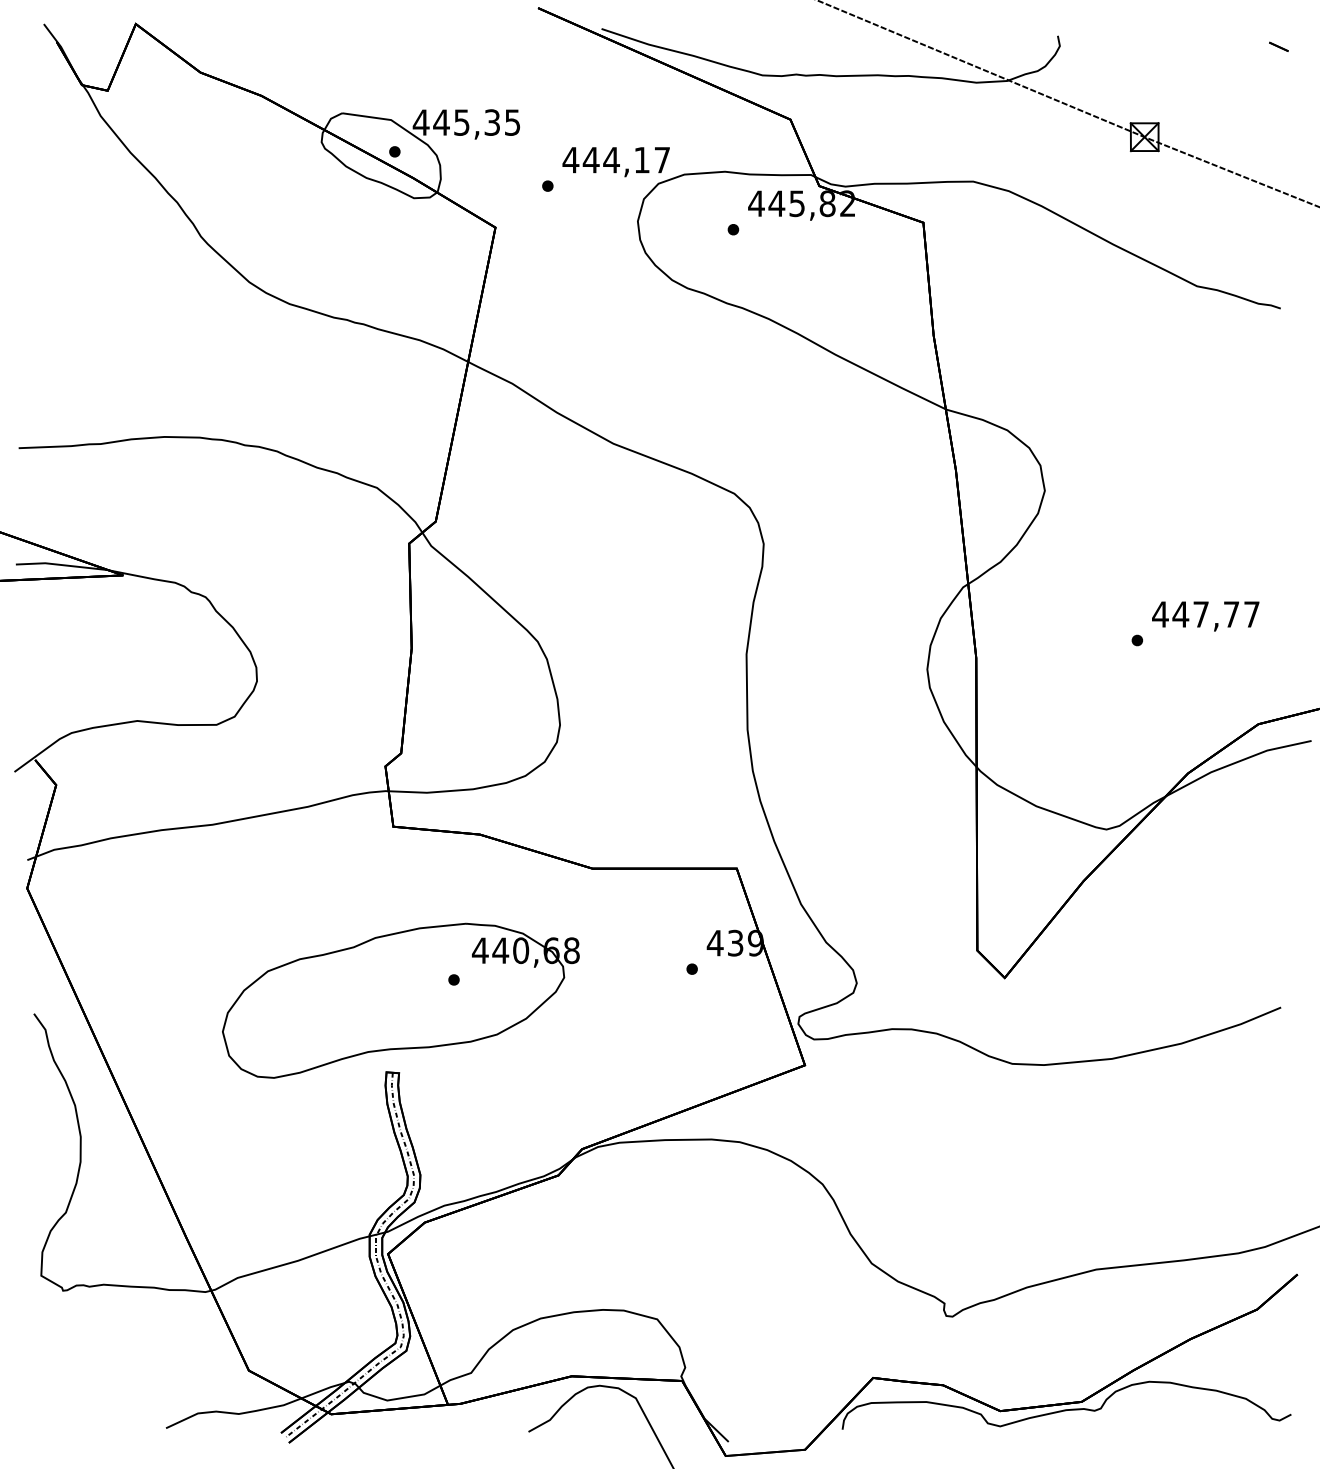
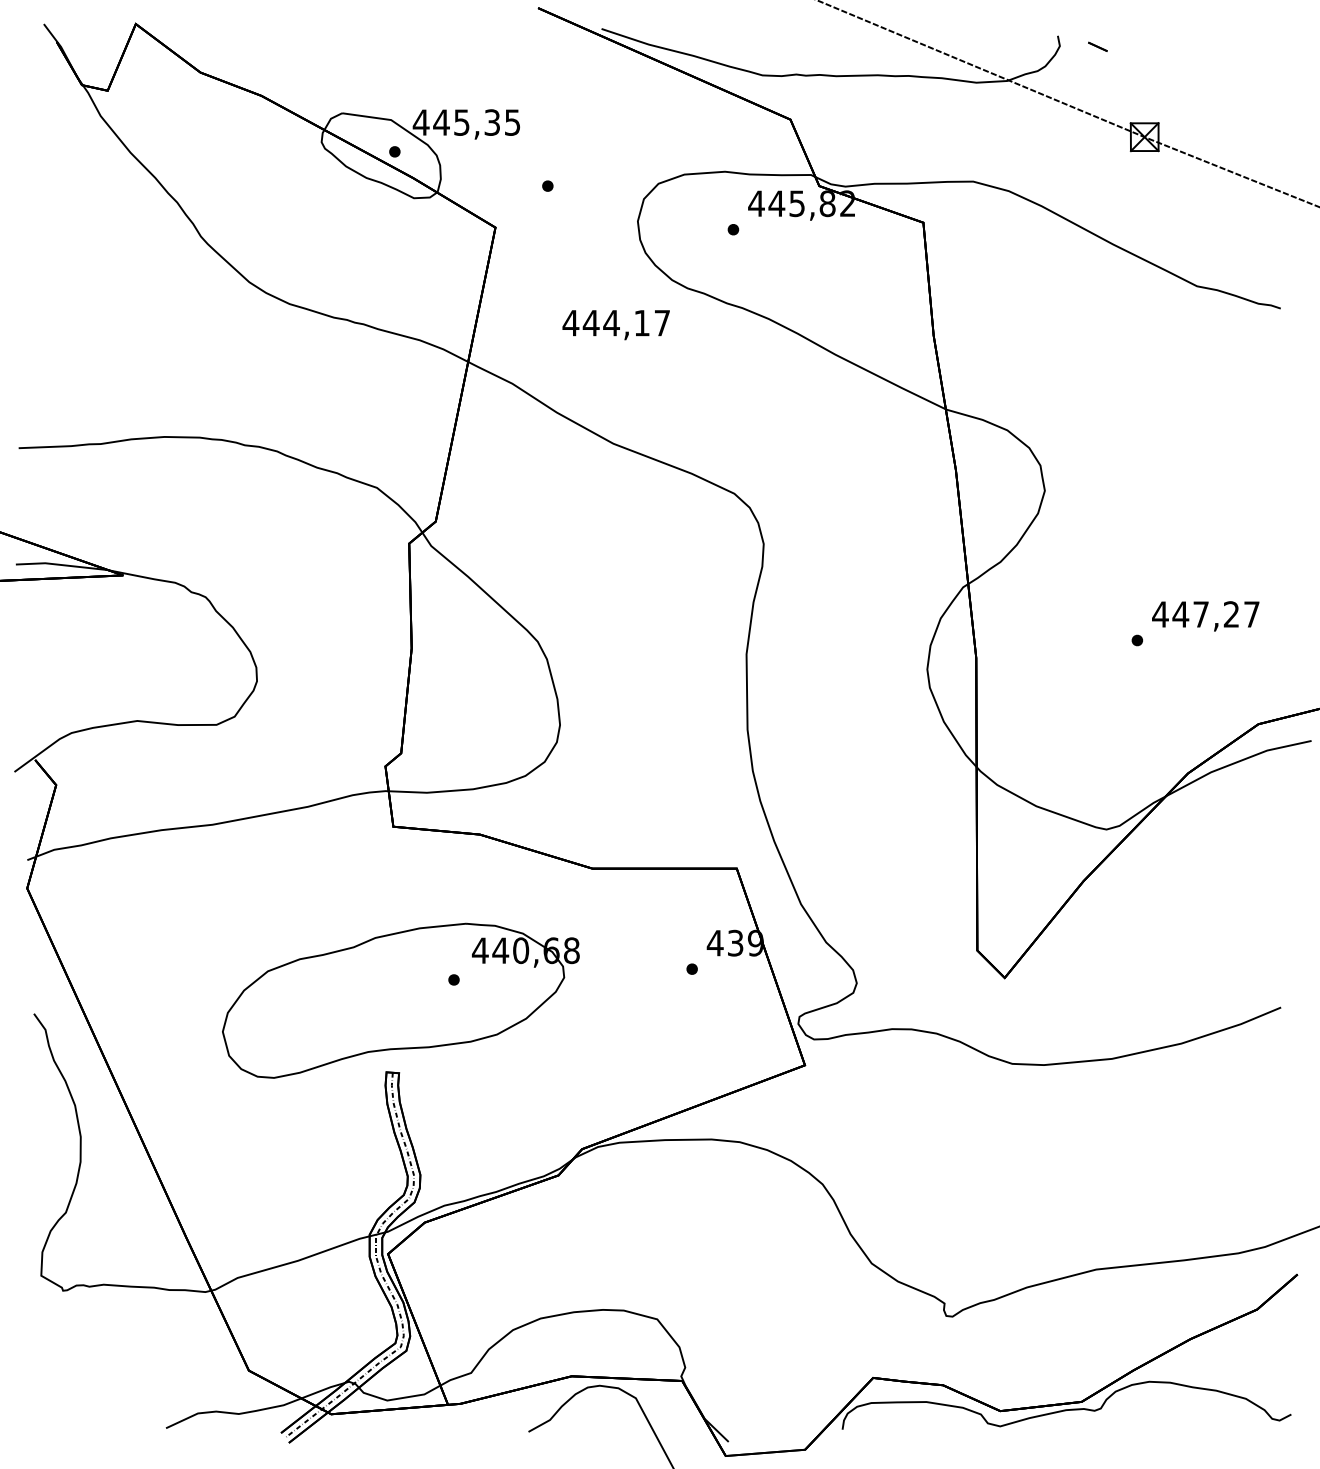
line at (1278, 46) position: (1278, 46) -> (1097, 46)
text at (615, 162) position: (615, 162) -> (615, 325)
text at (1231, 614): 447,77 -> 447,27
